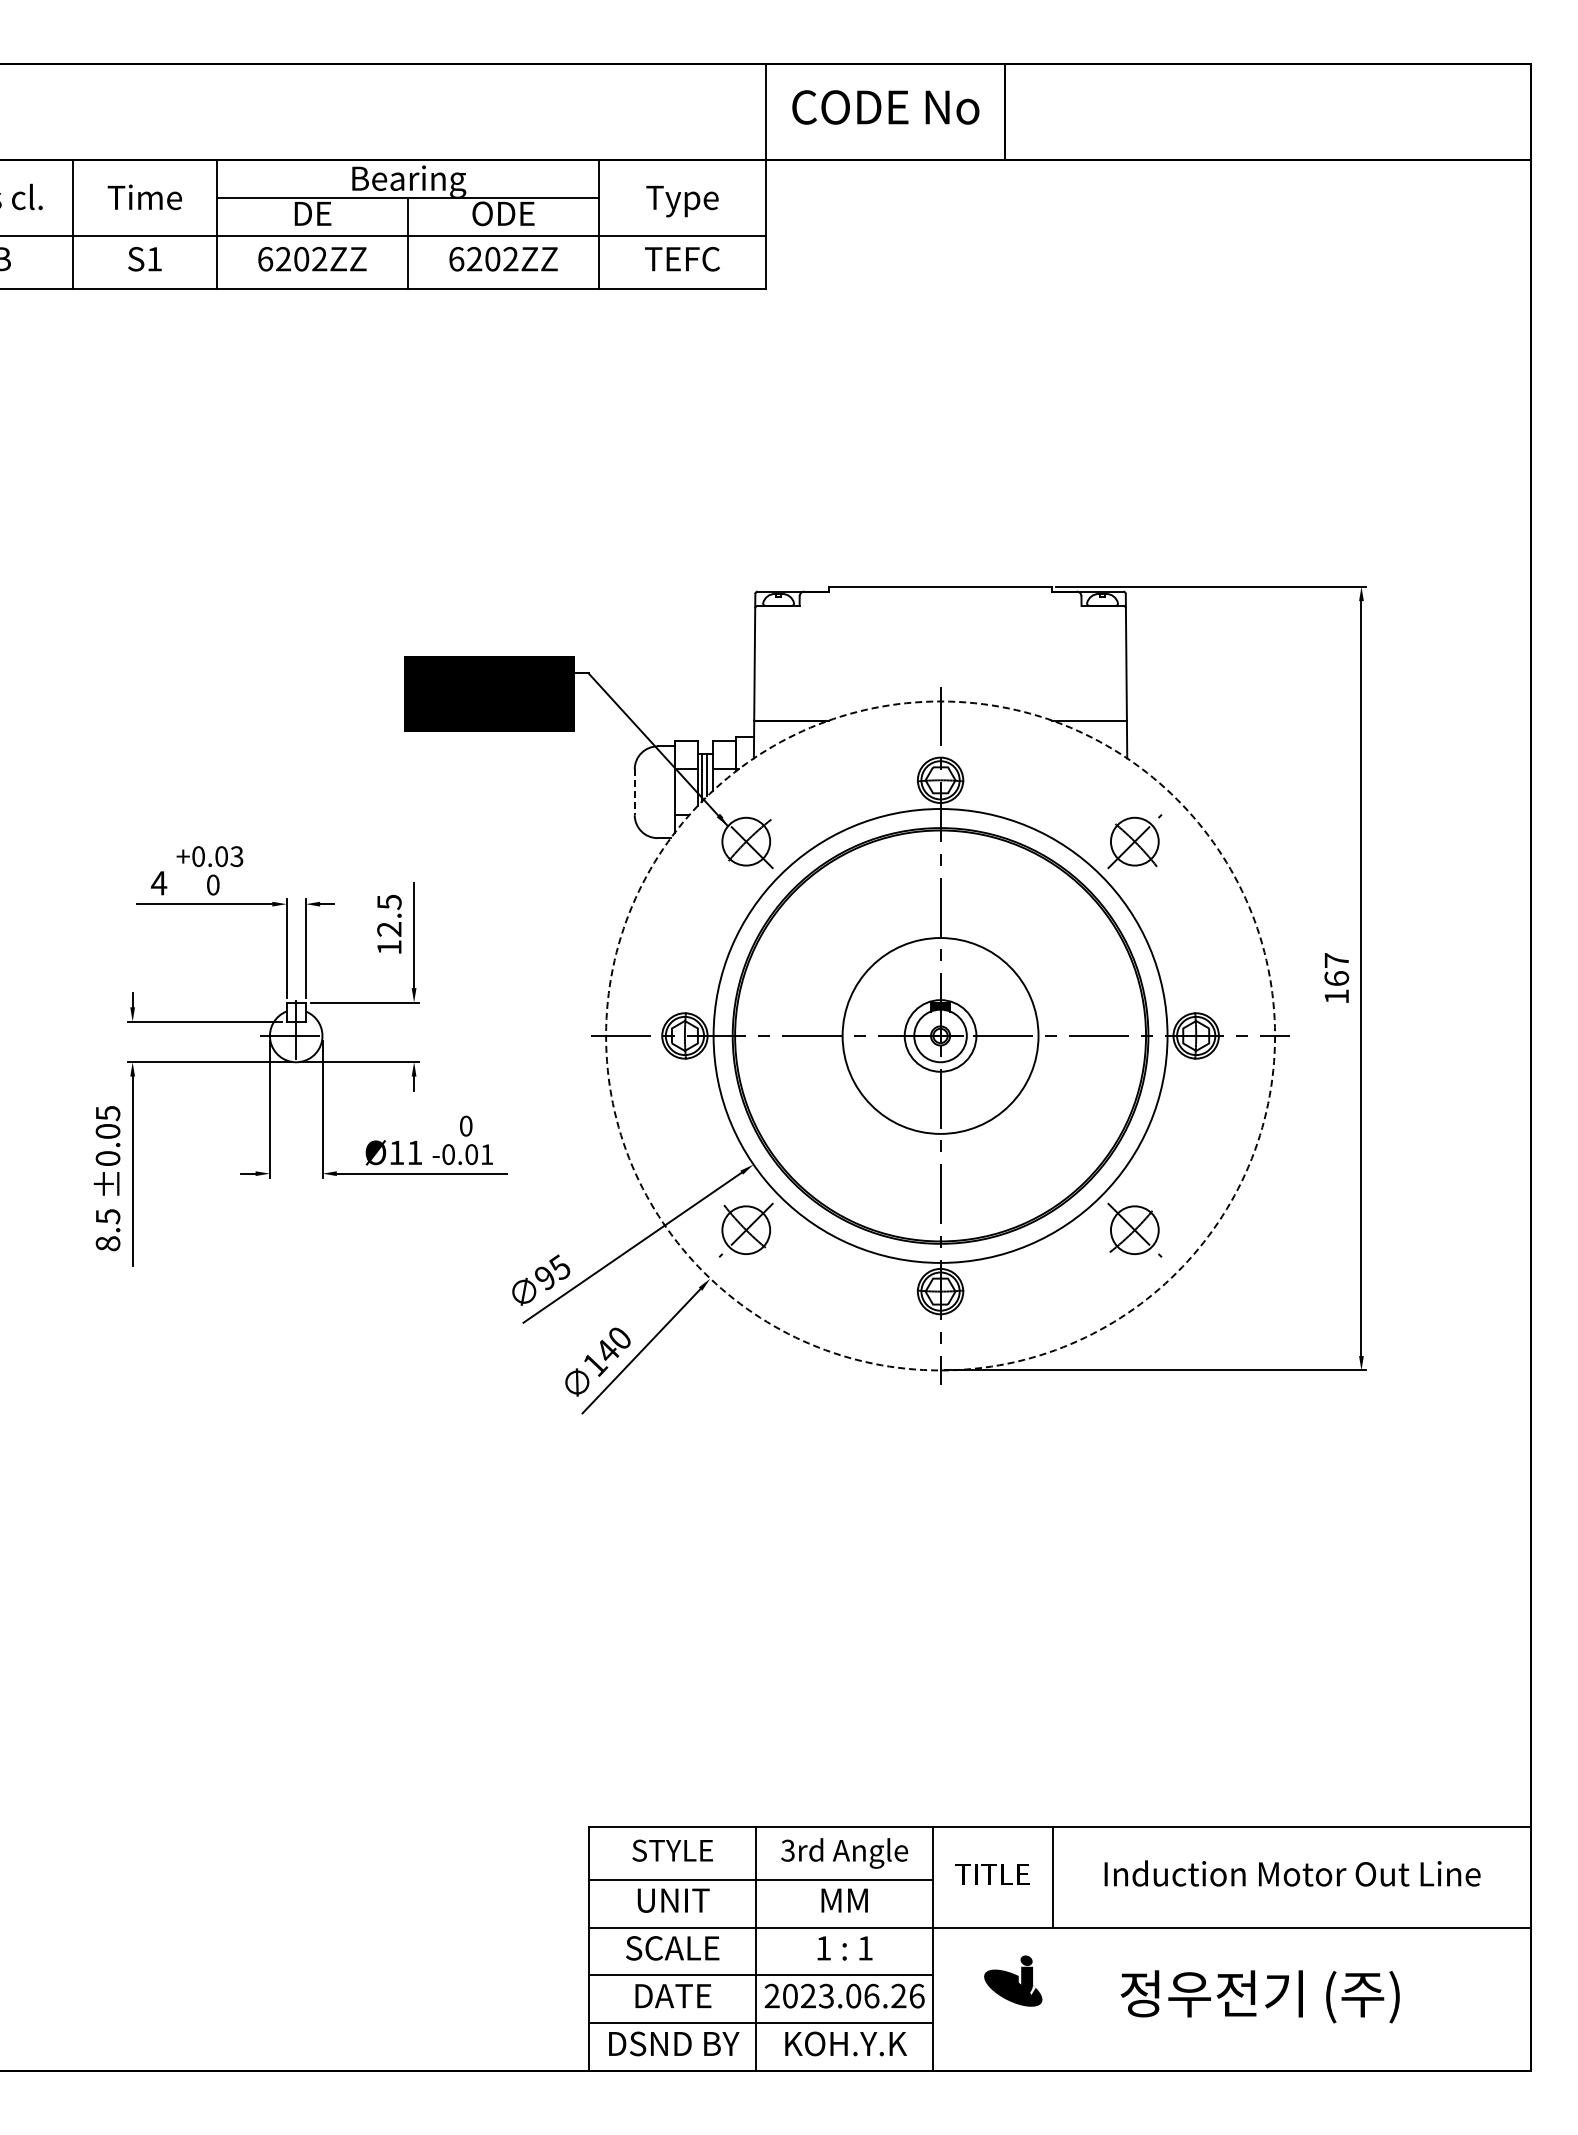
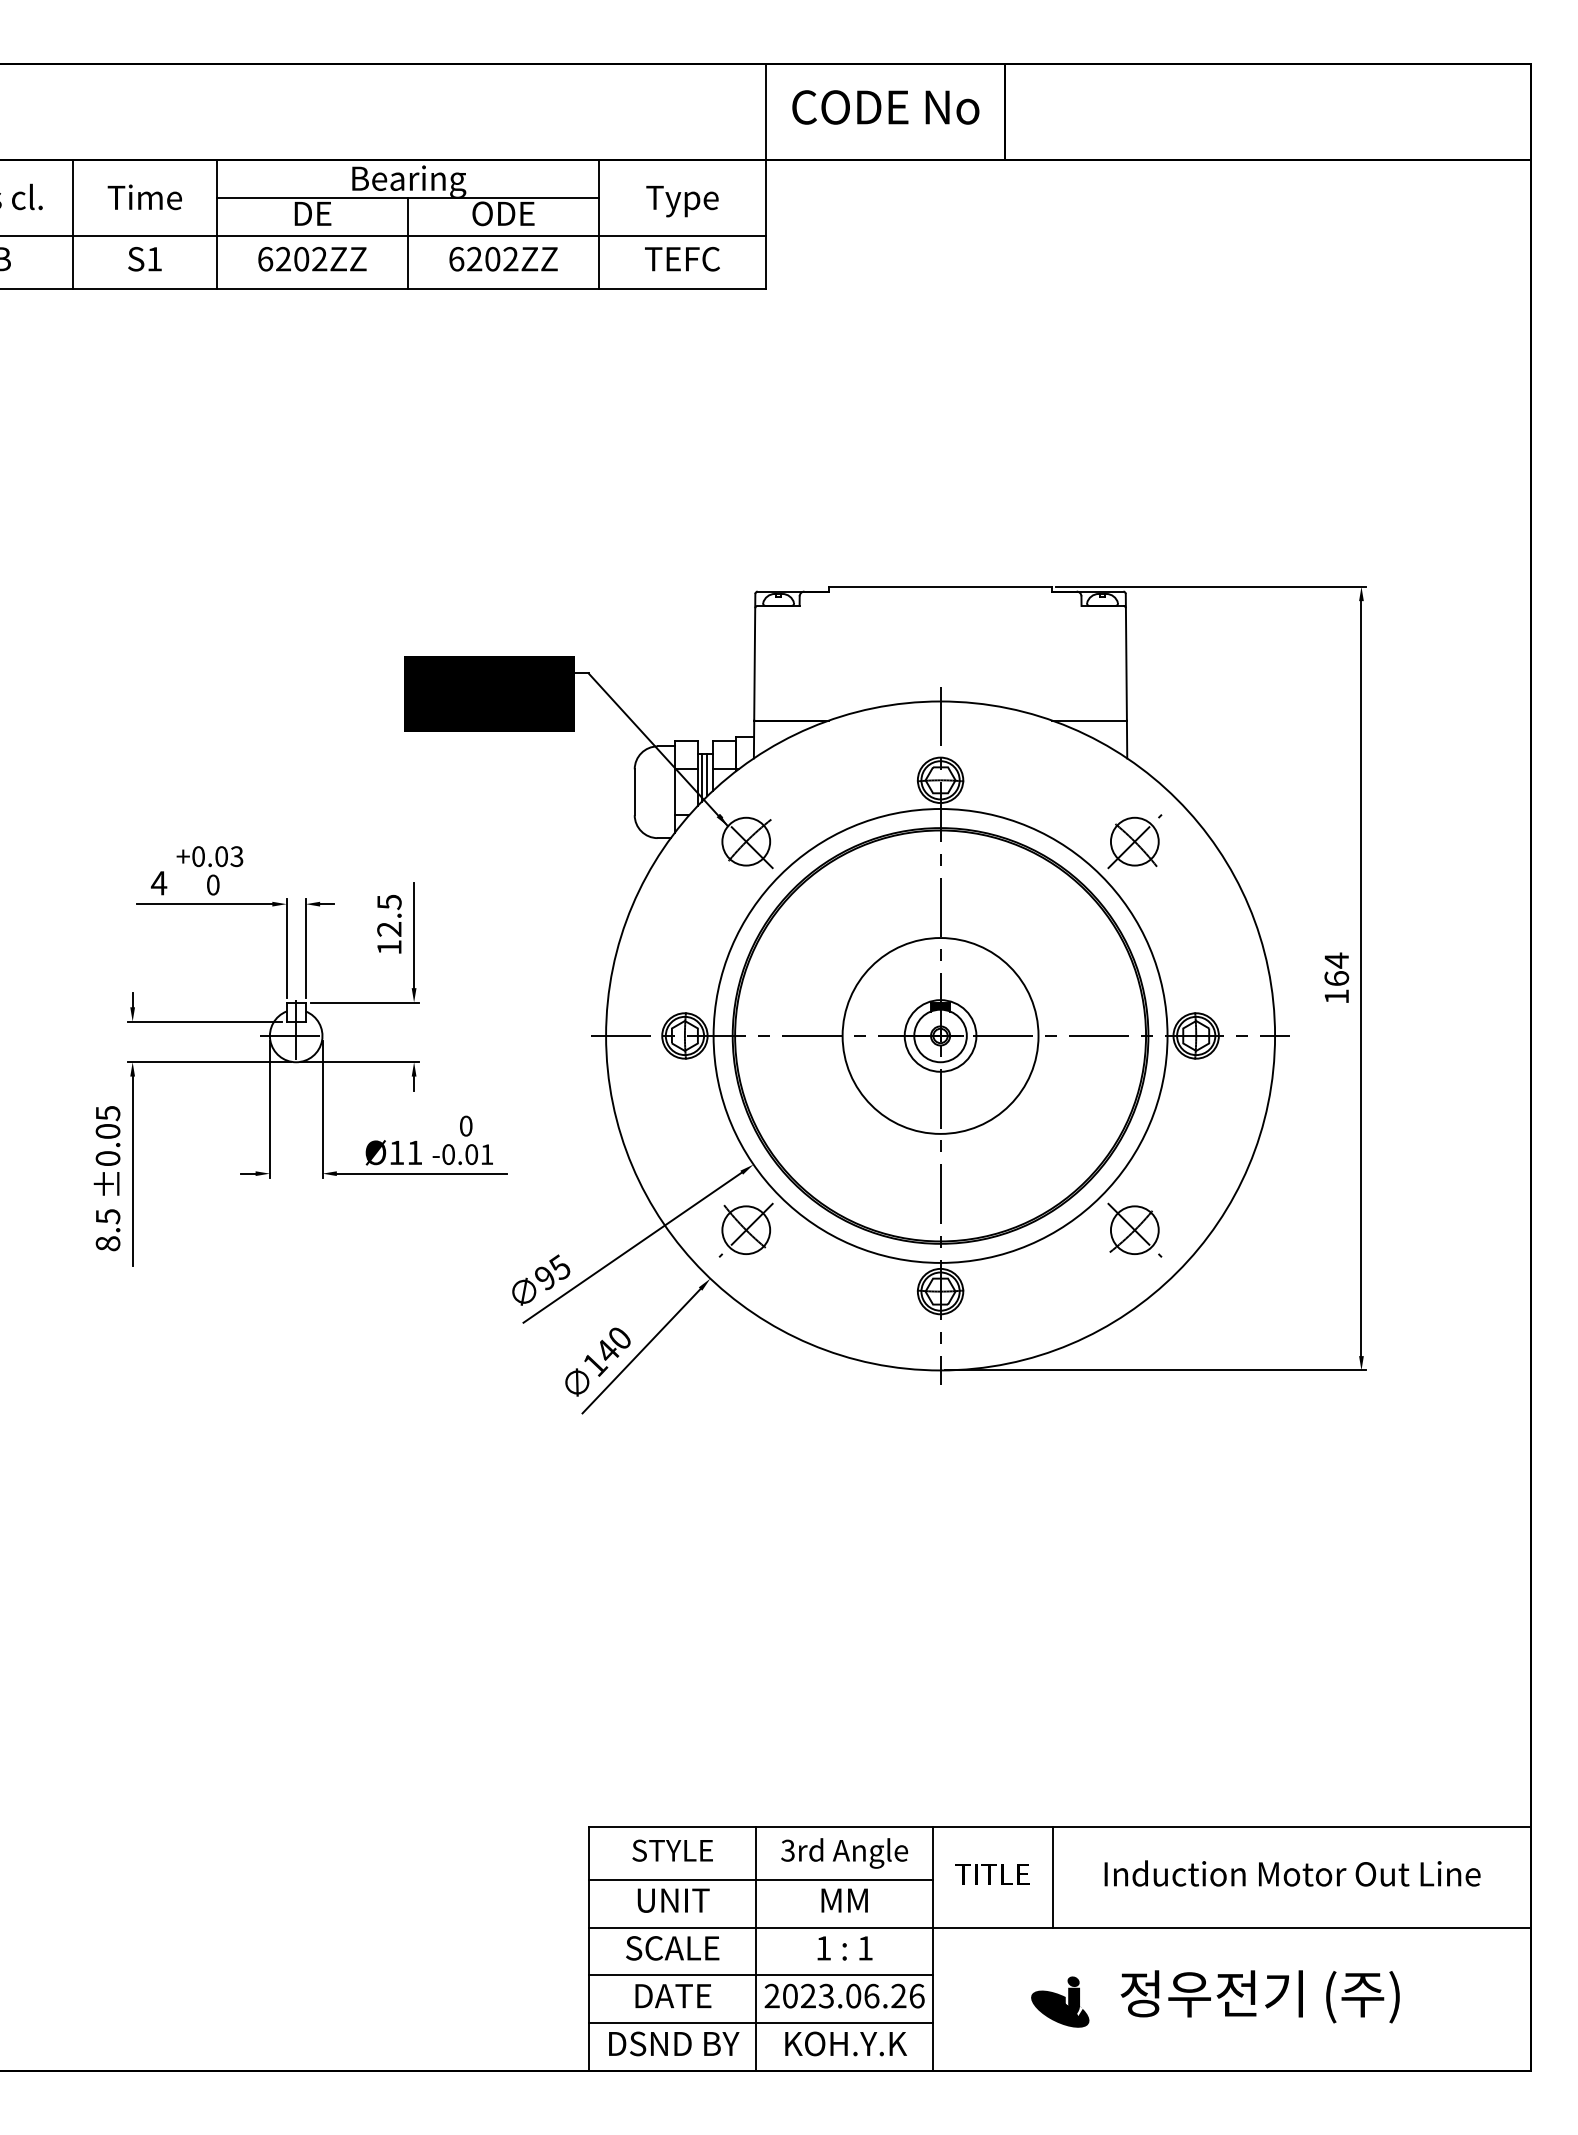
line at (634, 792): dashed -> solid
text at (1336, 960): 167 -> 164
circle at (940, 1035): dashed -> solid
part at (1013, 1980) position: (1013, 1980) -> (1060, 2001)
